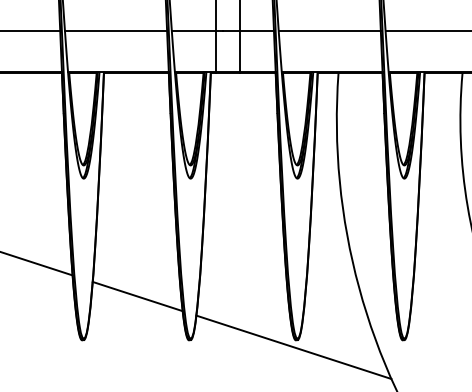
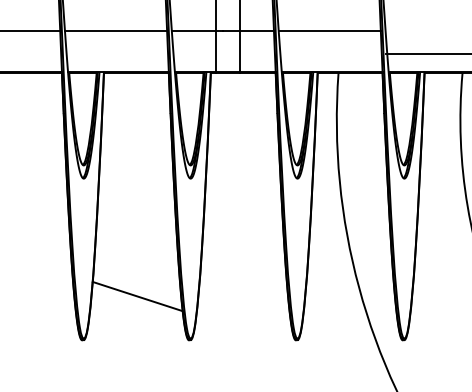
line at (426, 31) position: (426, 31) -> (426, 54)
line at (37, 263): present -> none
line at (293, 346): present -> none
